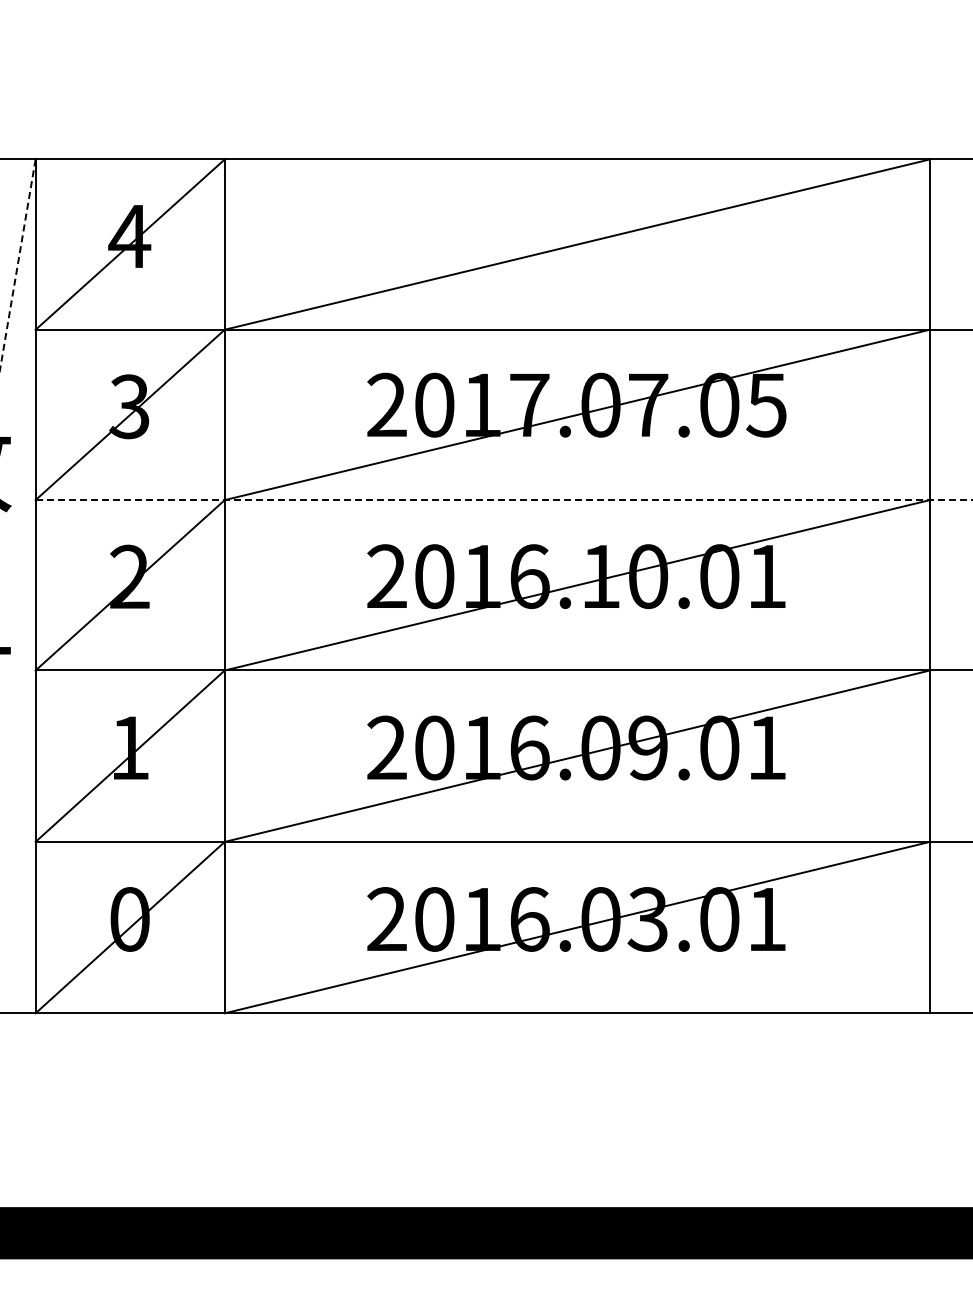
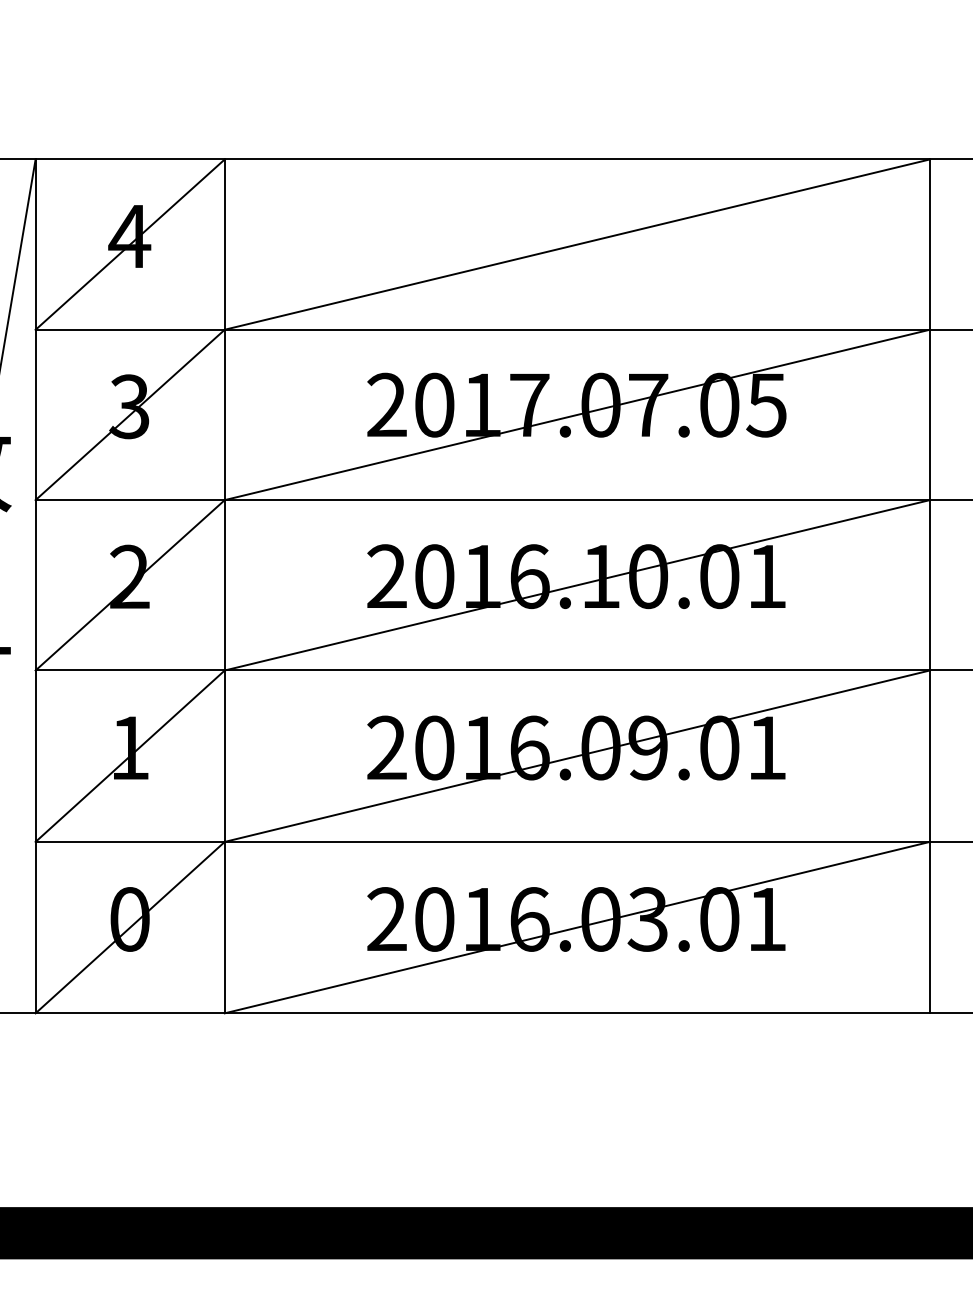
line at (17, 264): dashed -> solid
line at (504, 500): dashed -> solid
